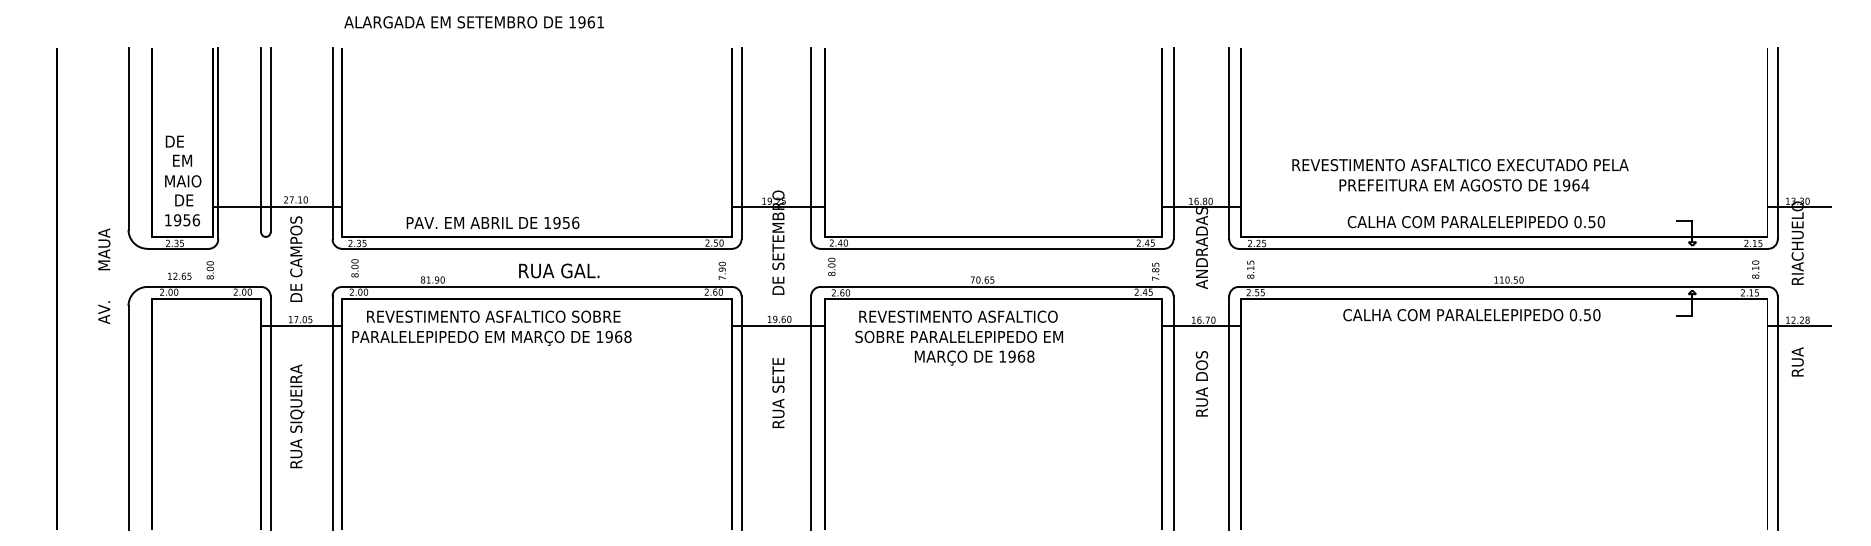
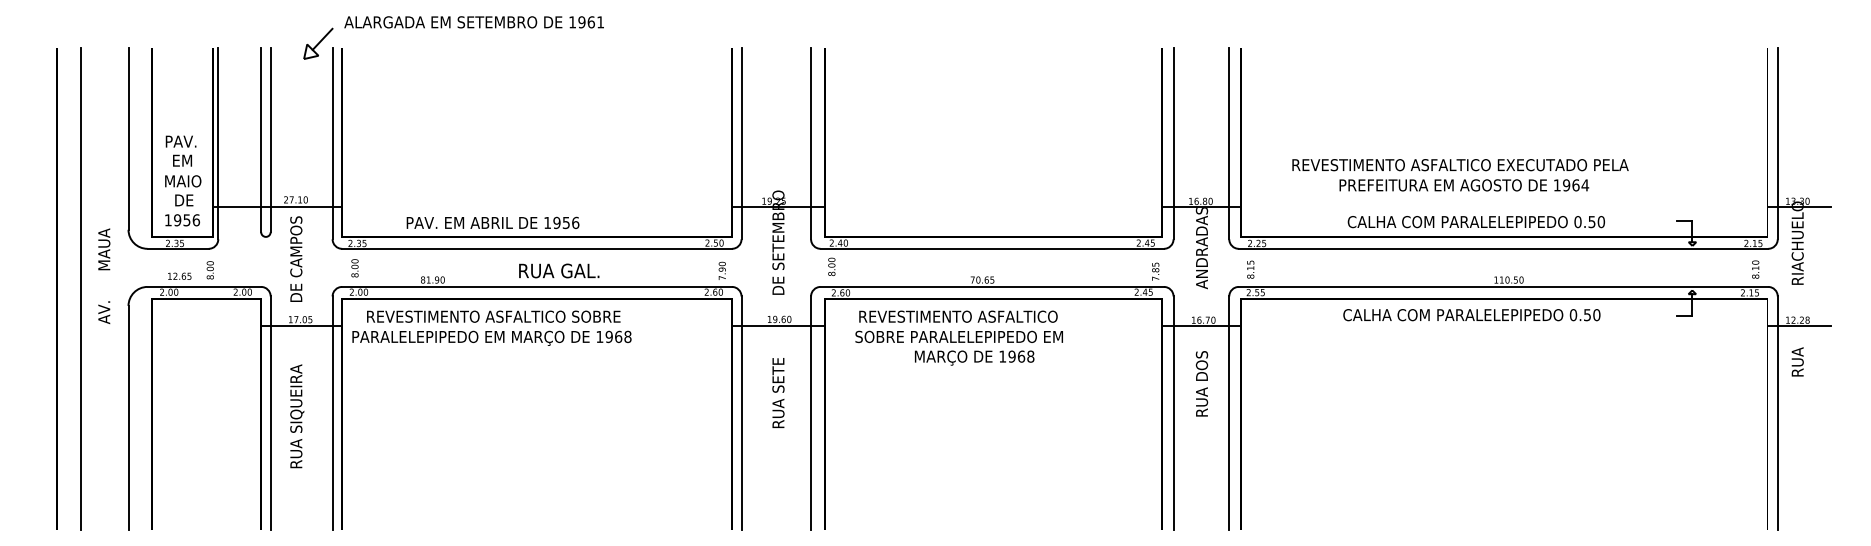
part at (318, 43): none -> present
text at (181, 141): DE -> PAV.
line at (80, 288): none -> present
